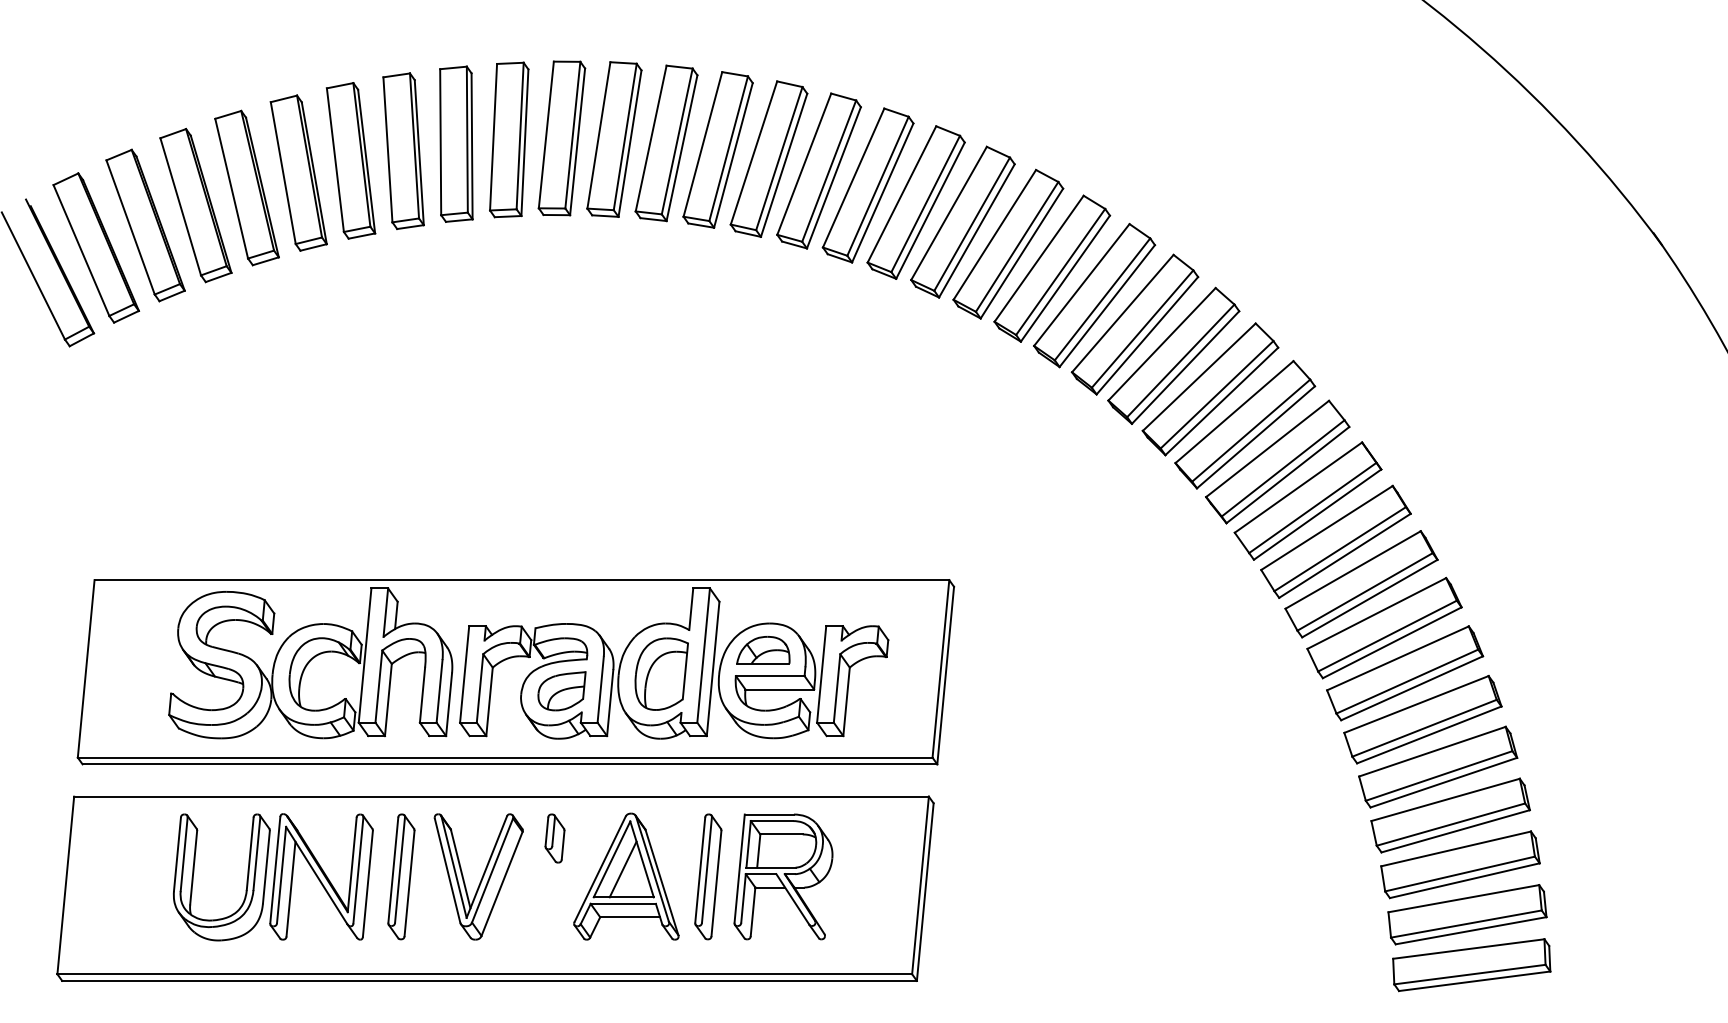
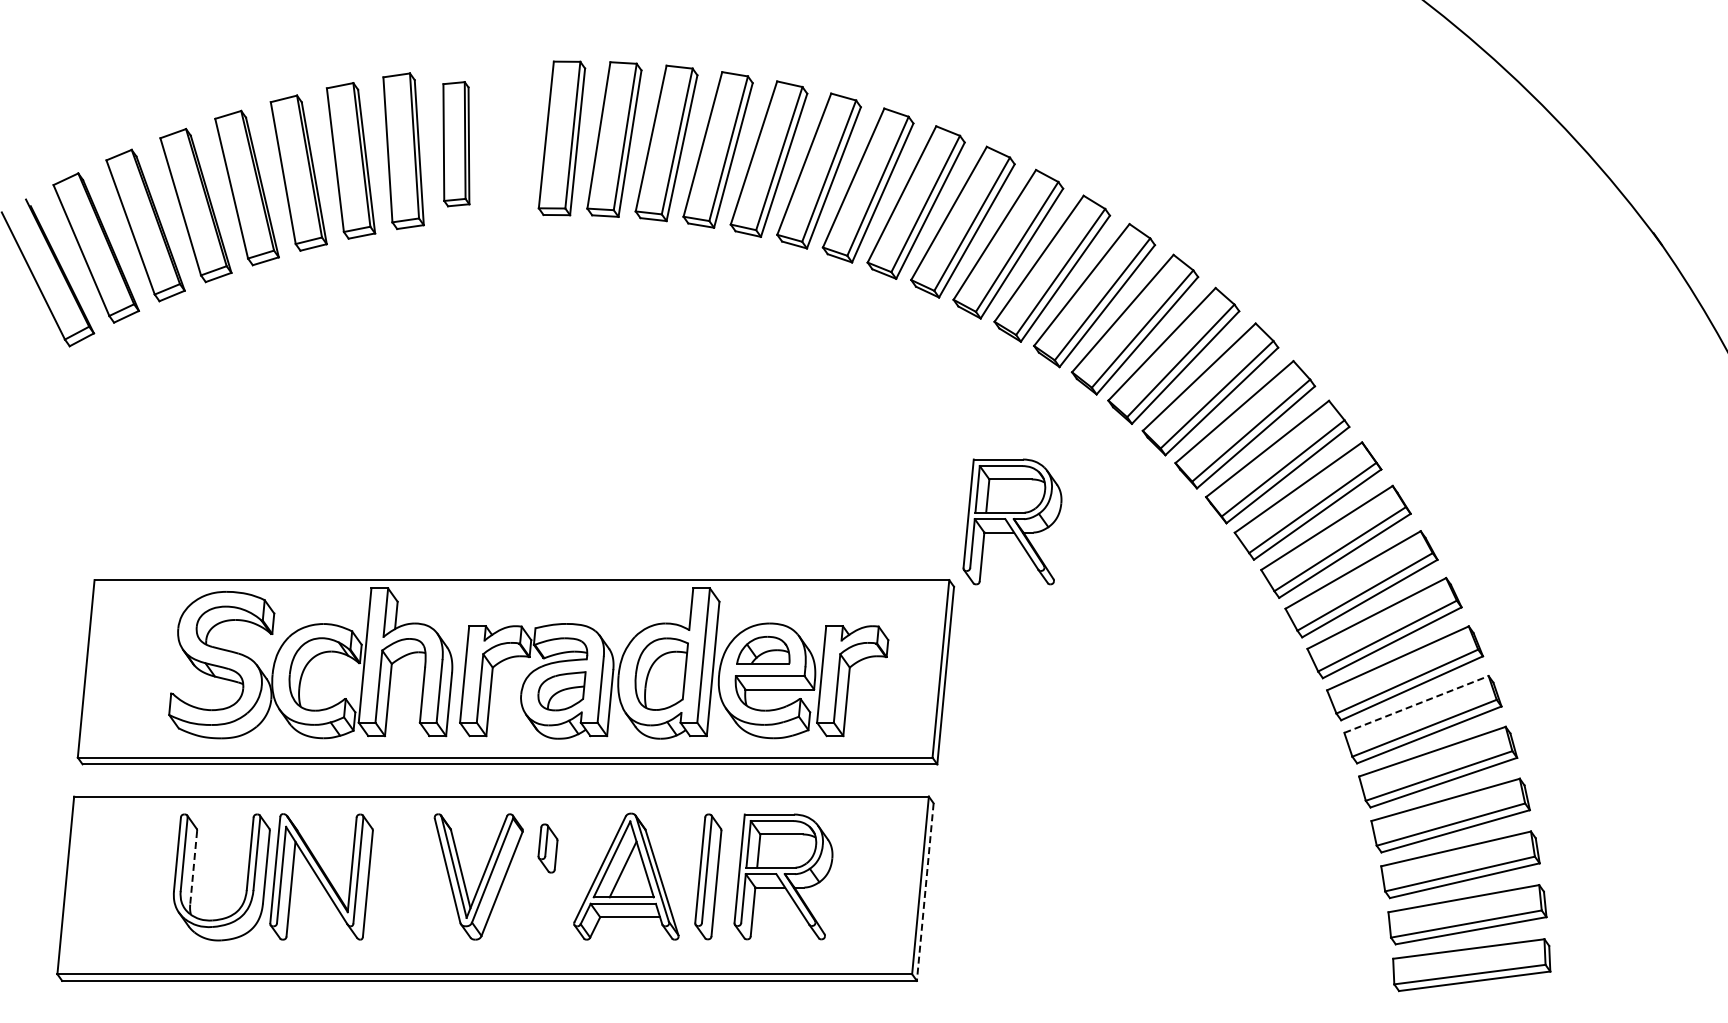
part at (509, 139): present -> none
part at (456, 143) size: 35x158 px -> 29x127 px
part at (1012, 521): none -> present
line at (1416, 704): solid -> dashed
part at (554, 838) position: (554, 838) -> (547, 848)
line at (193, 867): solid -> dashed
part at (401, 876): present -> none
line at (925, 892): solid -> dashed
